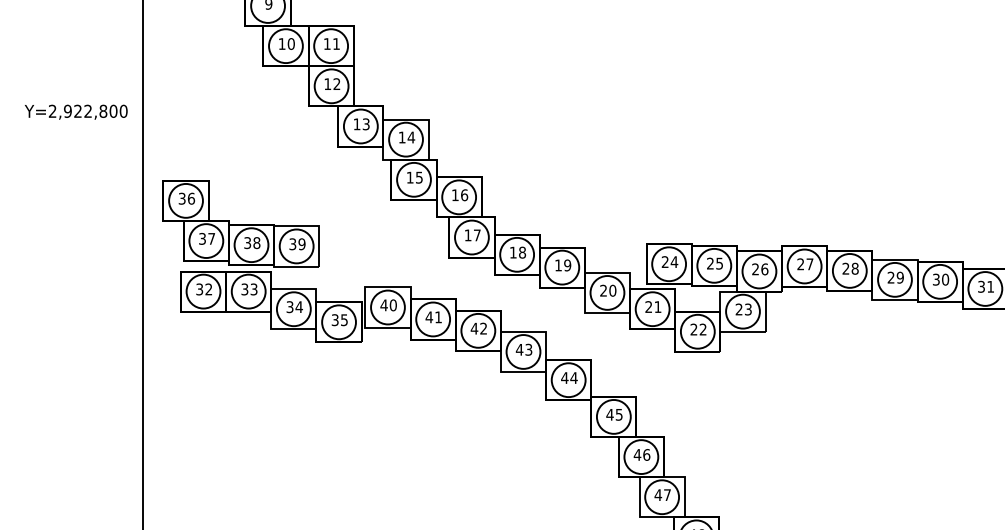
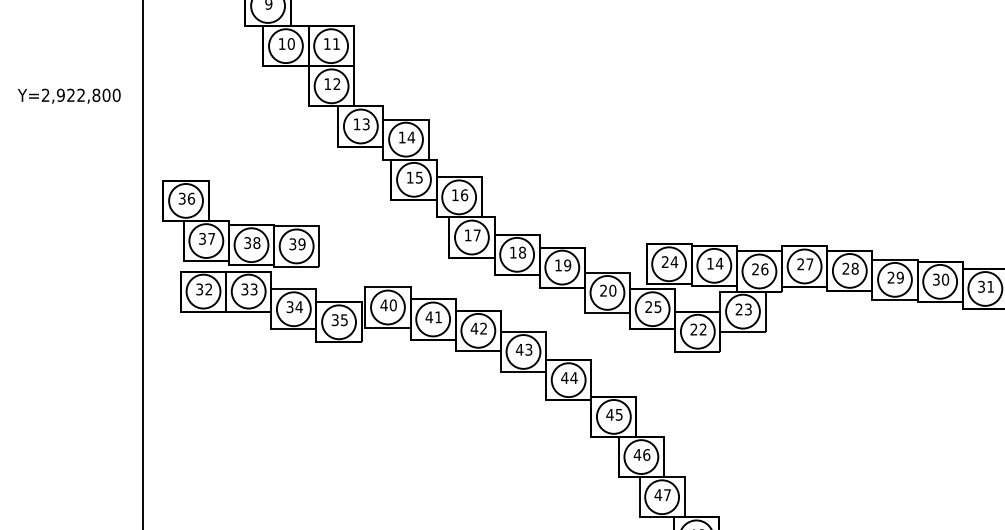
text at (76, 111) position: (76, 111) -> (69, 95)
text at (715, 263): 25 -> 14
text at (657, 307): 21 -> 25
